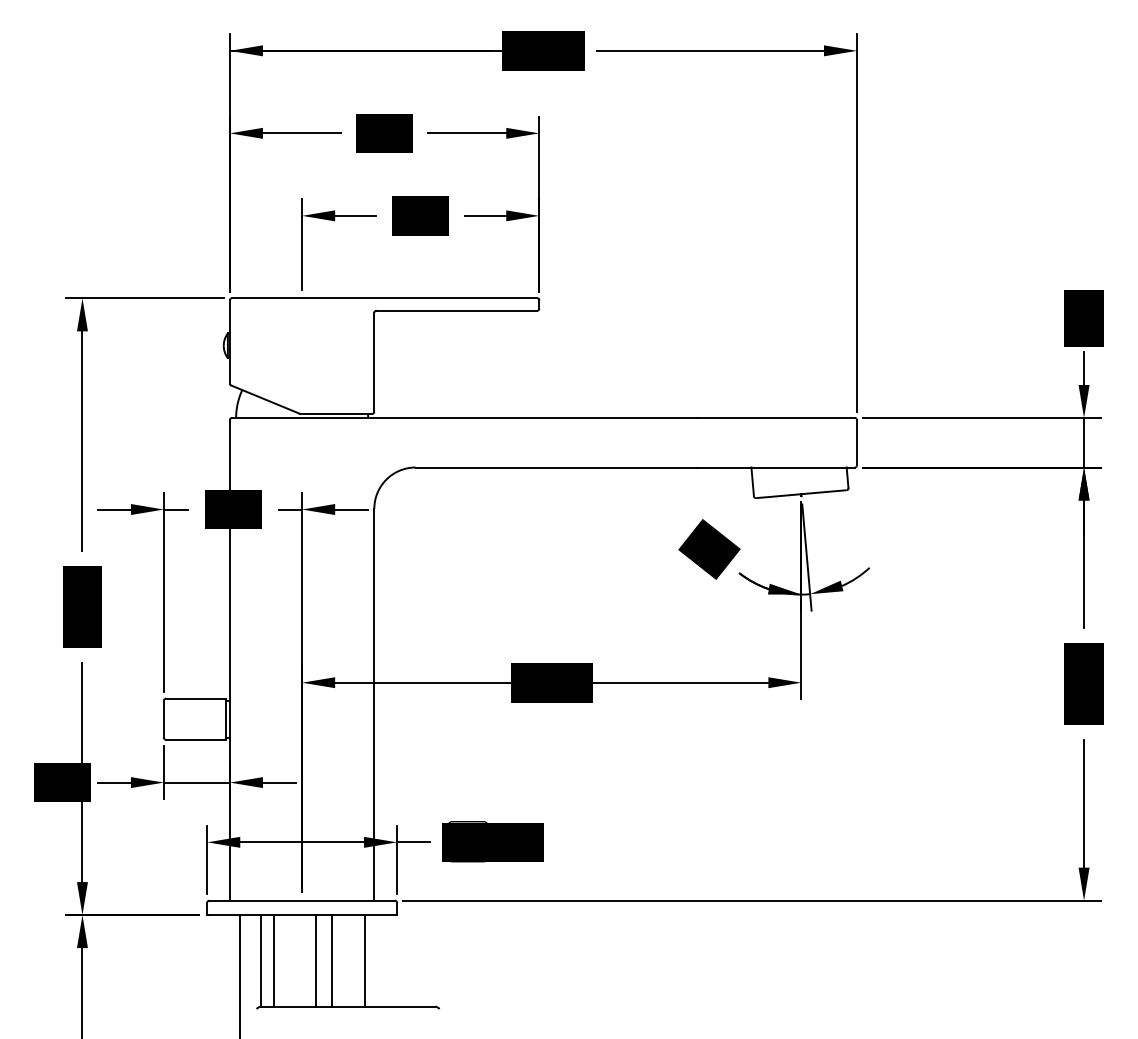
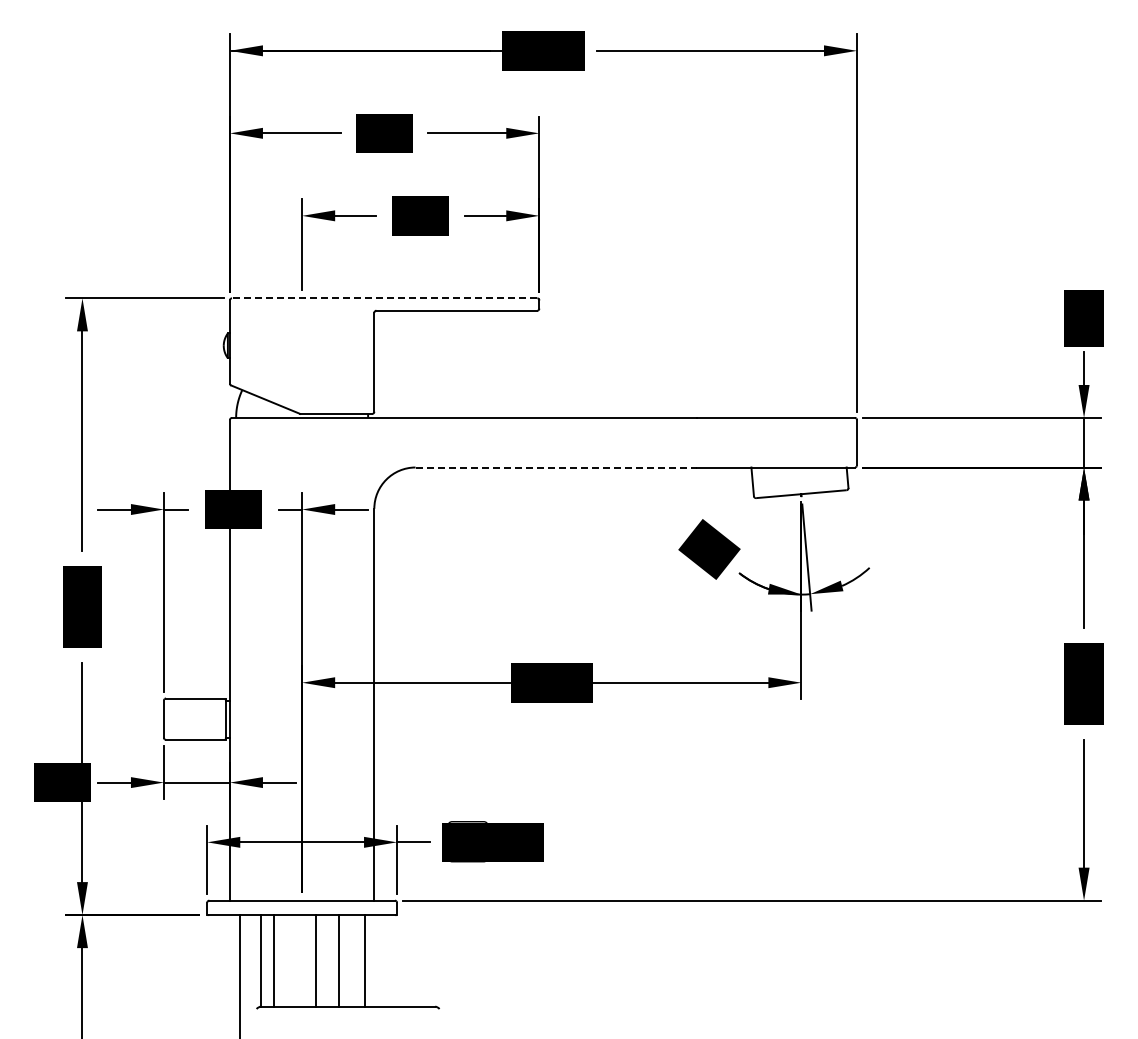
line at (384, 298): solid -> dashed
line at (556, 467): solid -> dashed
line at (331, 960) position: (331, 960) -> (338, 960)
